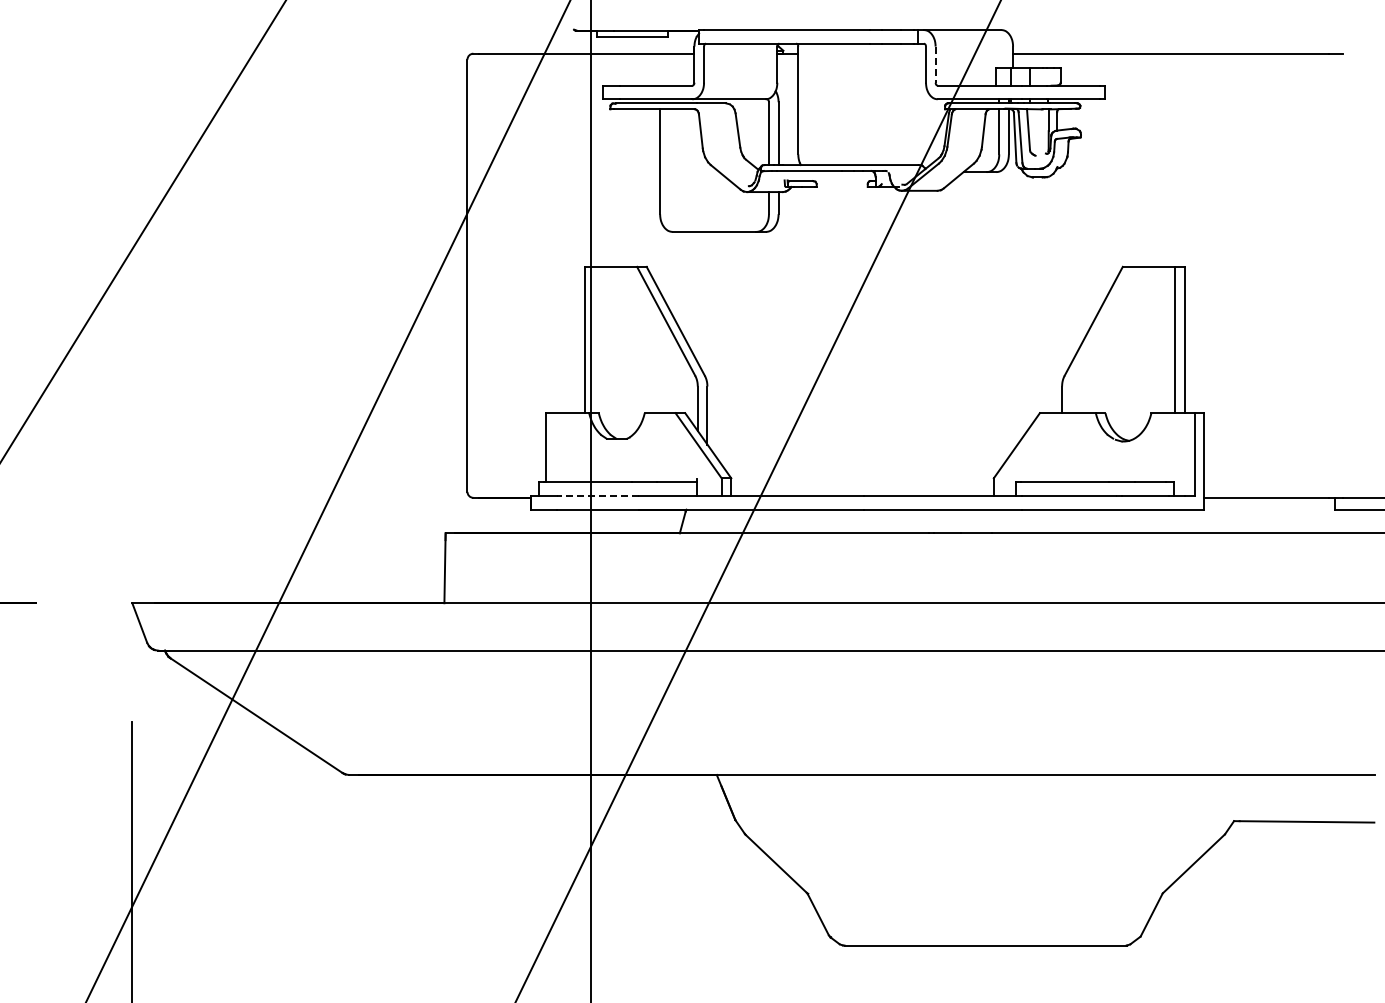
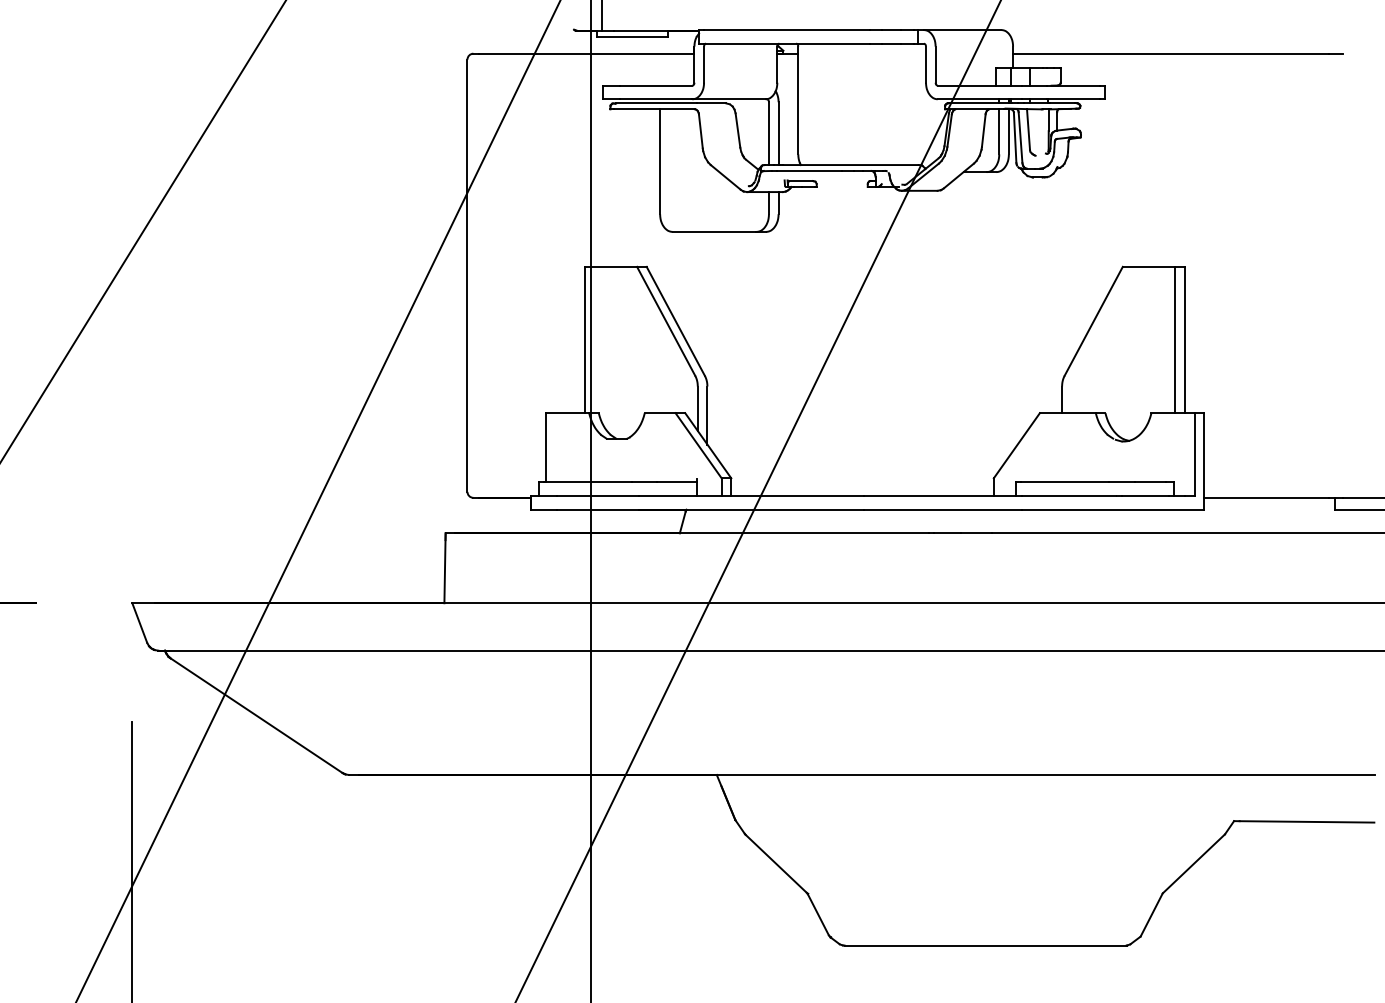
line at (601, 16): none -> present
line at (935, 65): dashed -> solid
line at (597, 496): dashed -> solid
line at (328, 500) position: (328, 500) -> (318, 500)
